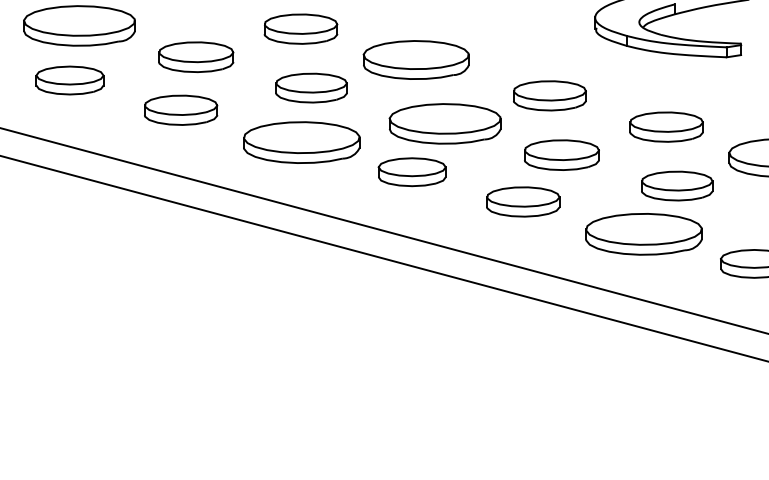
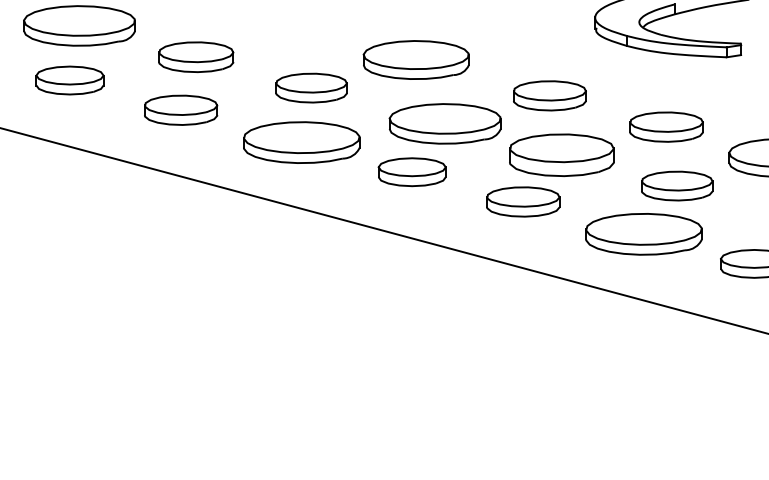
part at (300, 28): present -> none
part at (561, 154) size: 76x32 px -> 106x44 px
line at (383, 258): present -> none
